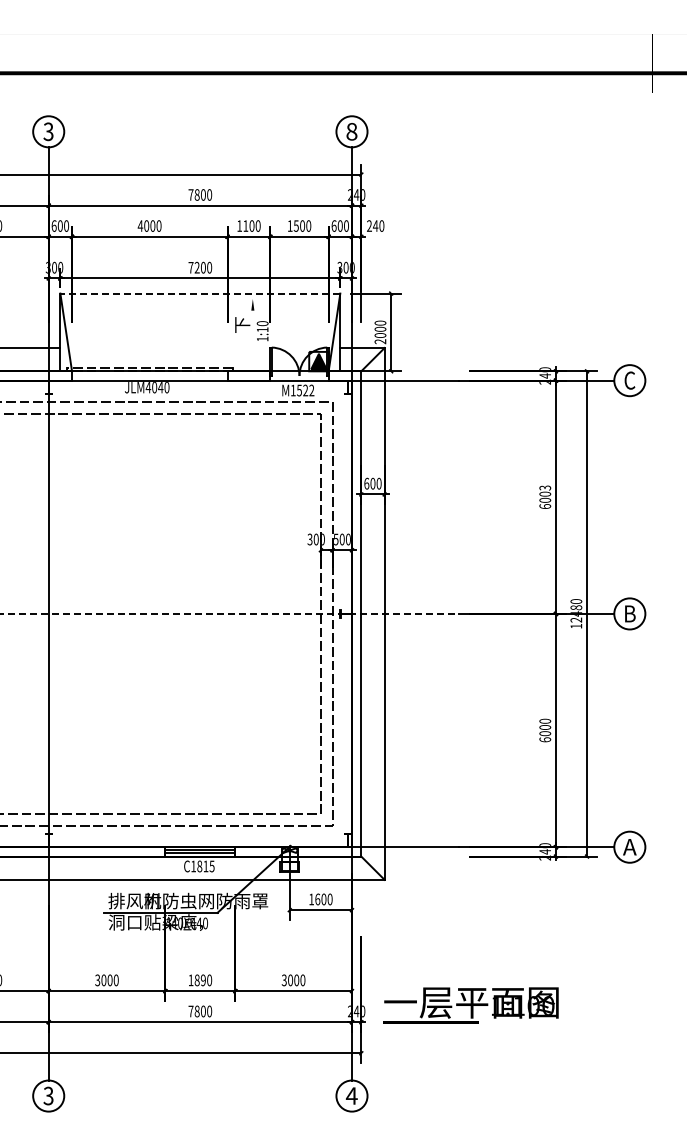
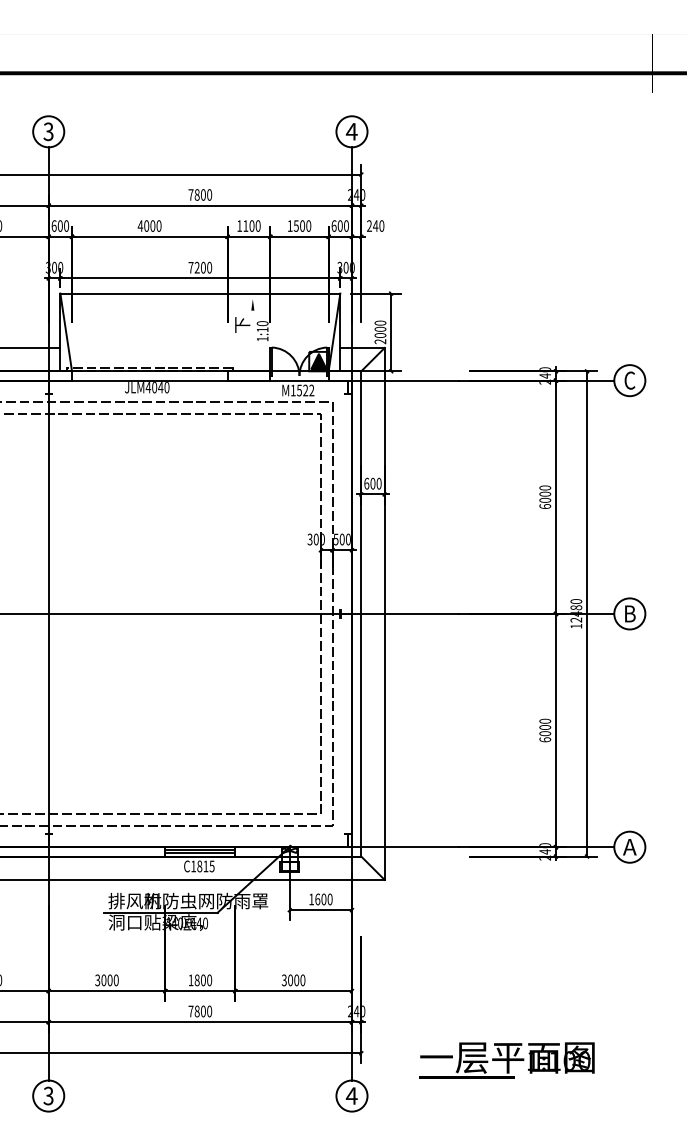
text at (351, 131): 8 -> 4
line at (200, 293): dashed -> solid
text at (544, 487): 6003 -> 6000
line at (229, 613): dashed -> solid
text at (202, 980): 1890 -> 1800
text at (470, 1005) position: (470, 1005) -> (506, 1060)
